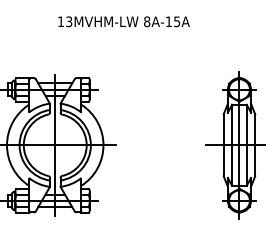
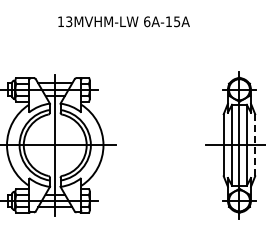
text at (147, 21): 8A-15A -> 6A-15A
line at (255, 144): solid -> dashed
